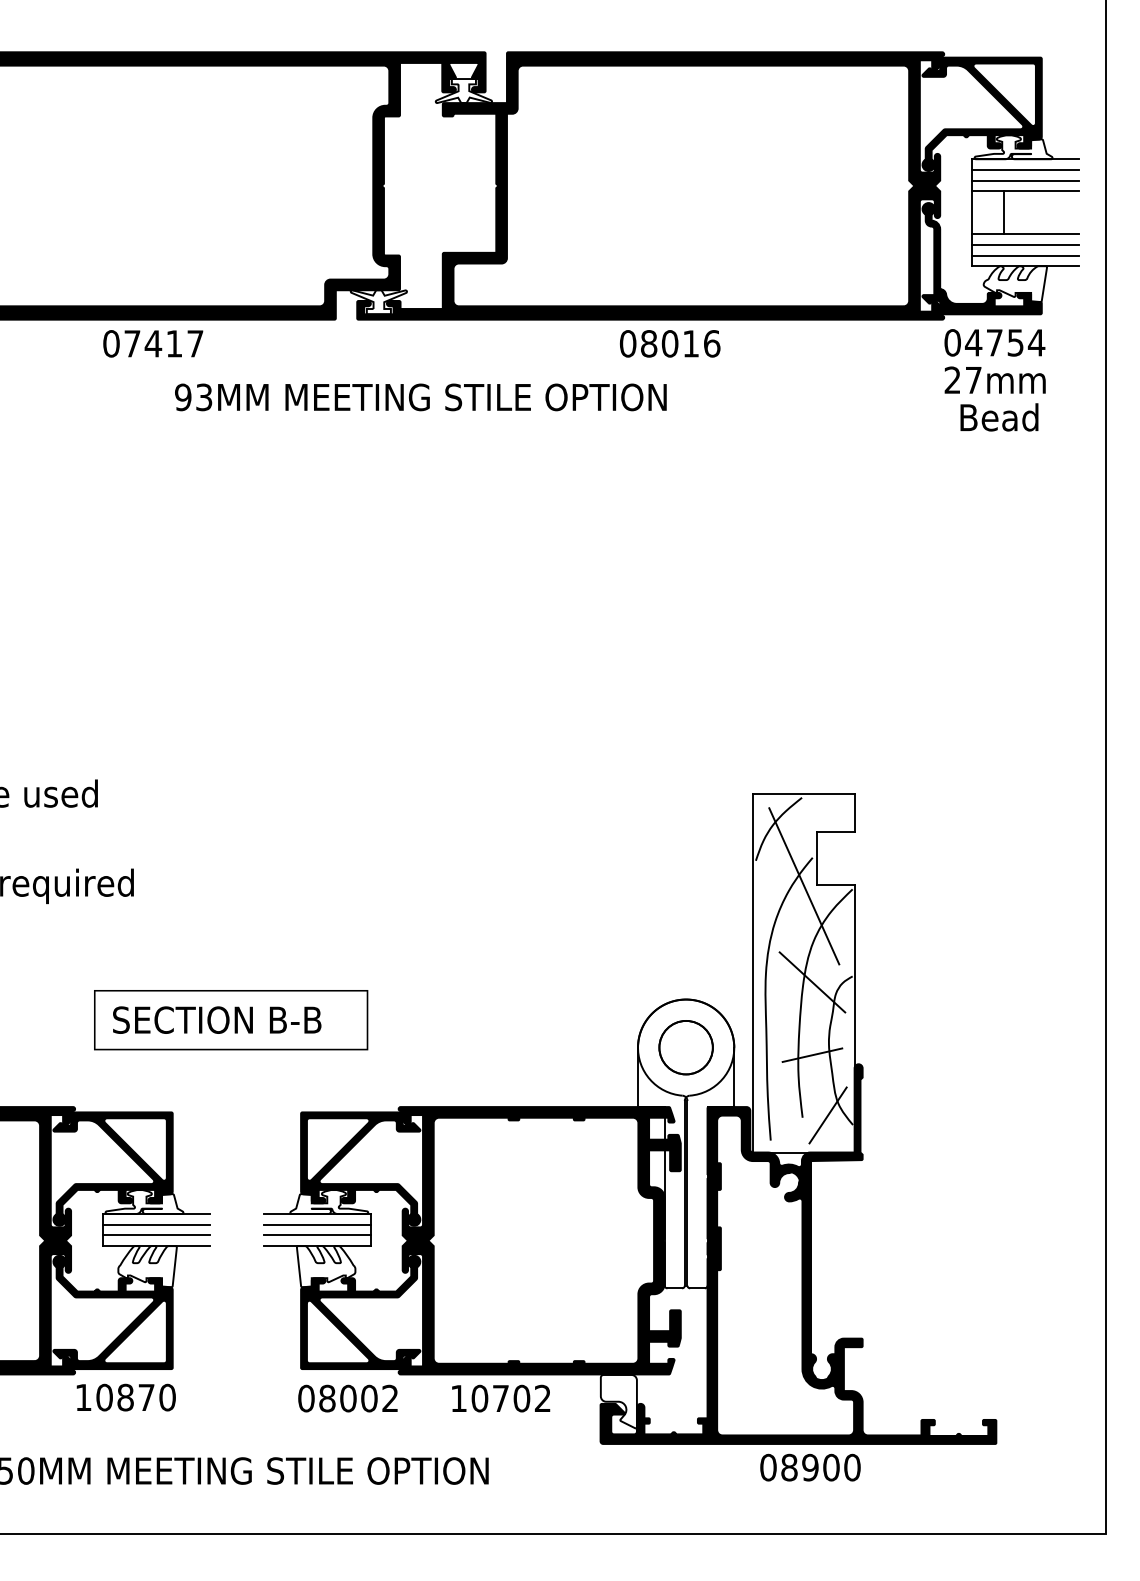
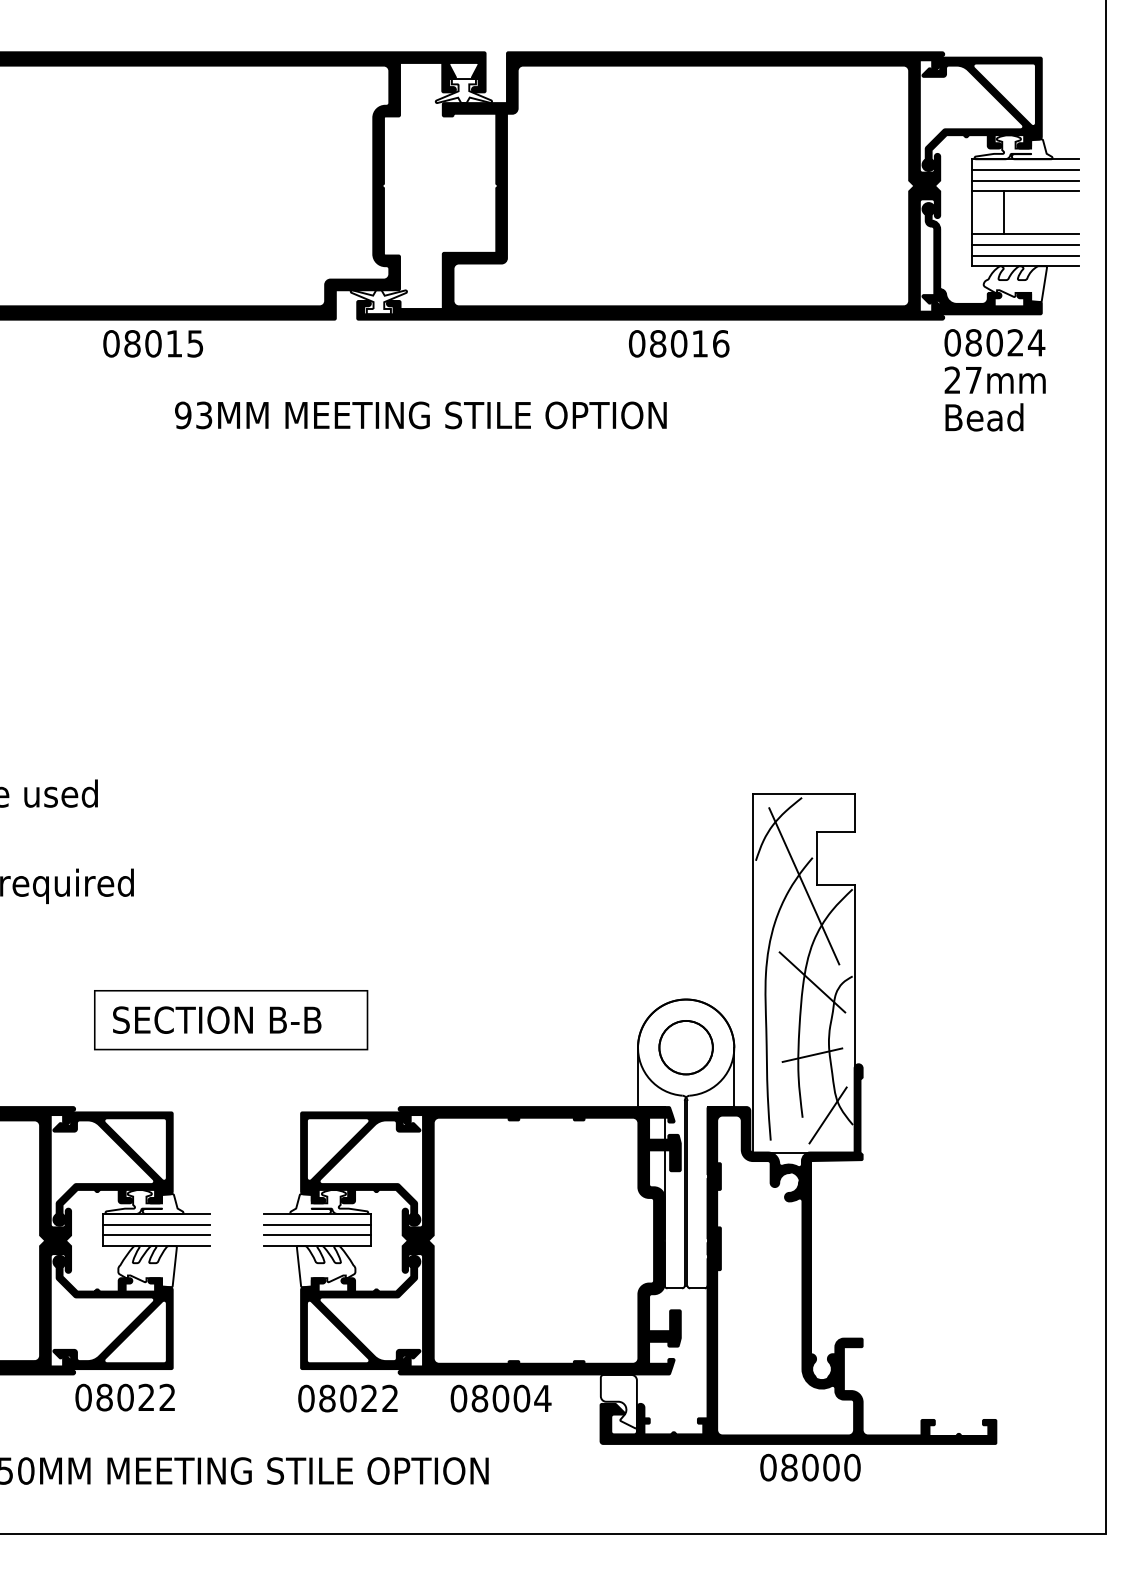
text at (993, 342): 04754 -> 08024
text at (163, 343): 07417 -> 08015
text at (670, 343) position: (670, 343) -> (679, 343)
text at (420, 397) position: (420, 397) -> (420, 415)
text at (999, 417) position: (999, 417) -> (984, 417)
text at (125, 1397): 10870 -> 08022
text at (369, 1398): 08002 -> 08022
text at (500, 1398): 10702 -> 08004
text at (810, 1467): 08900 -> 08000
